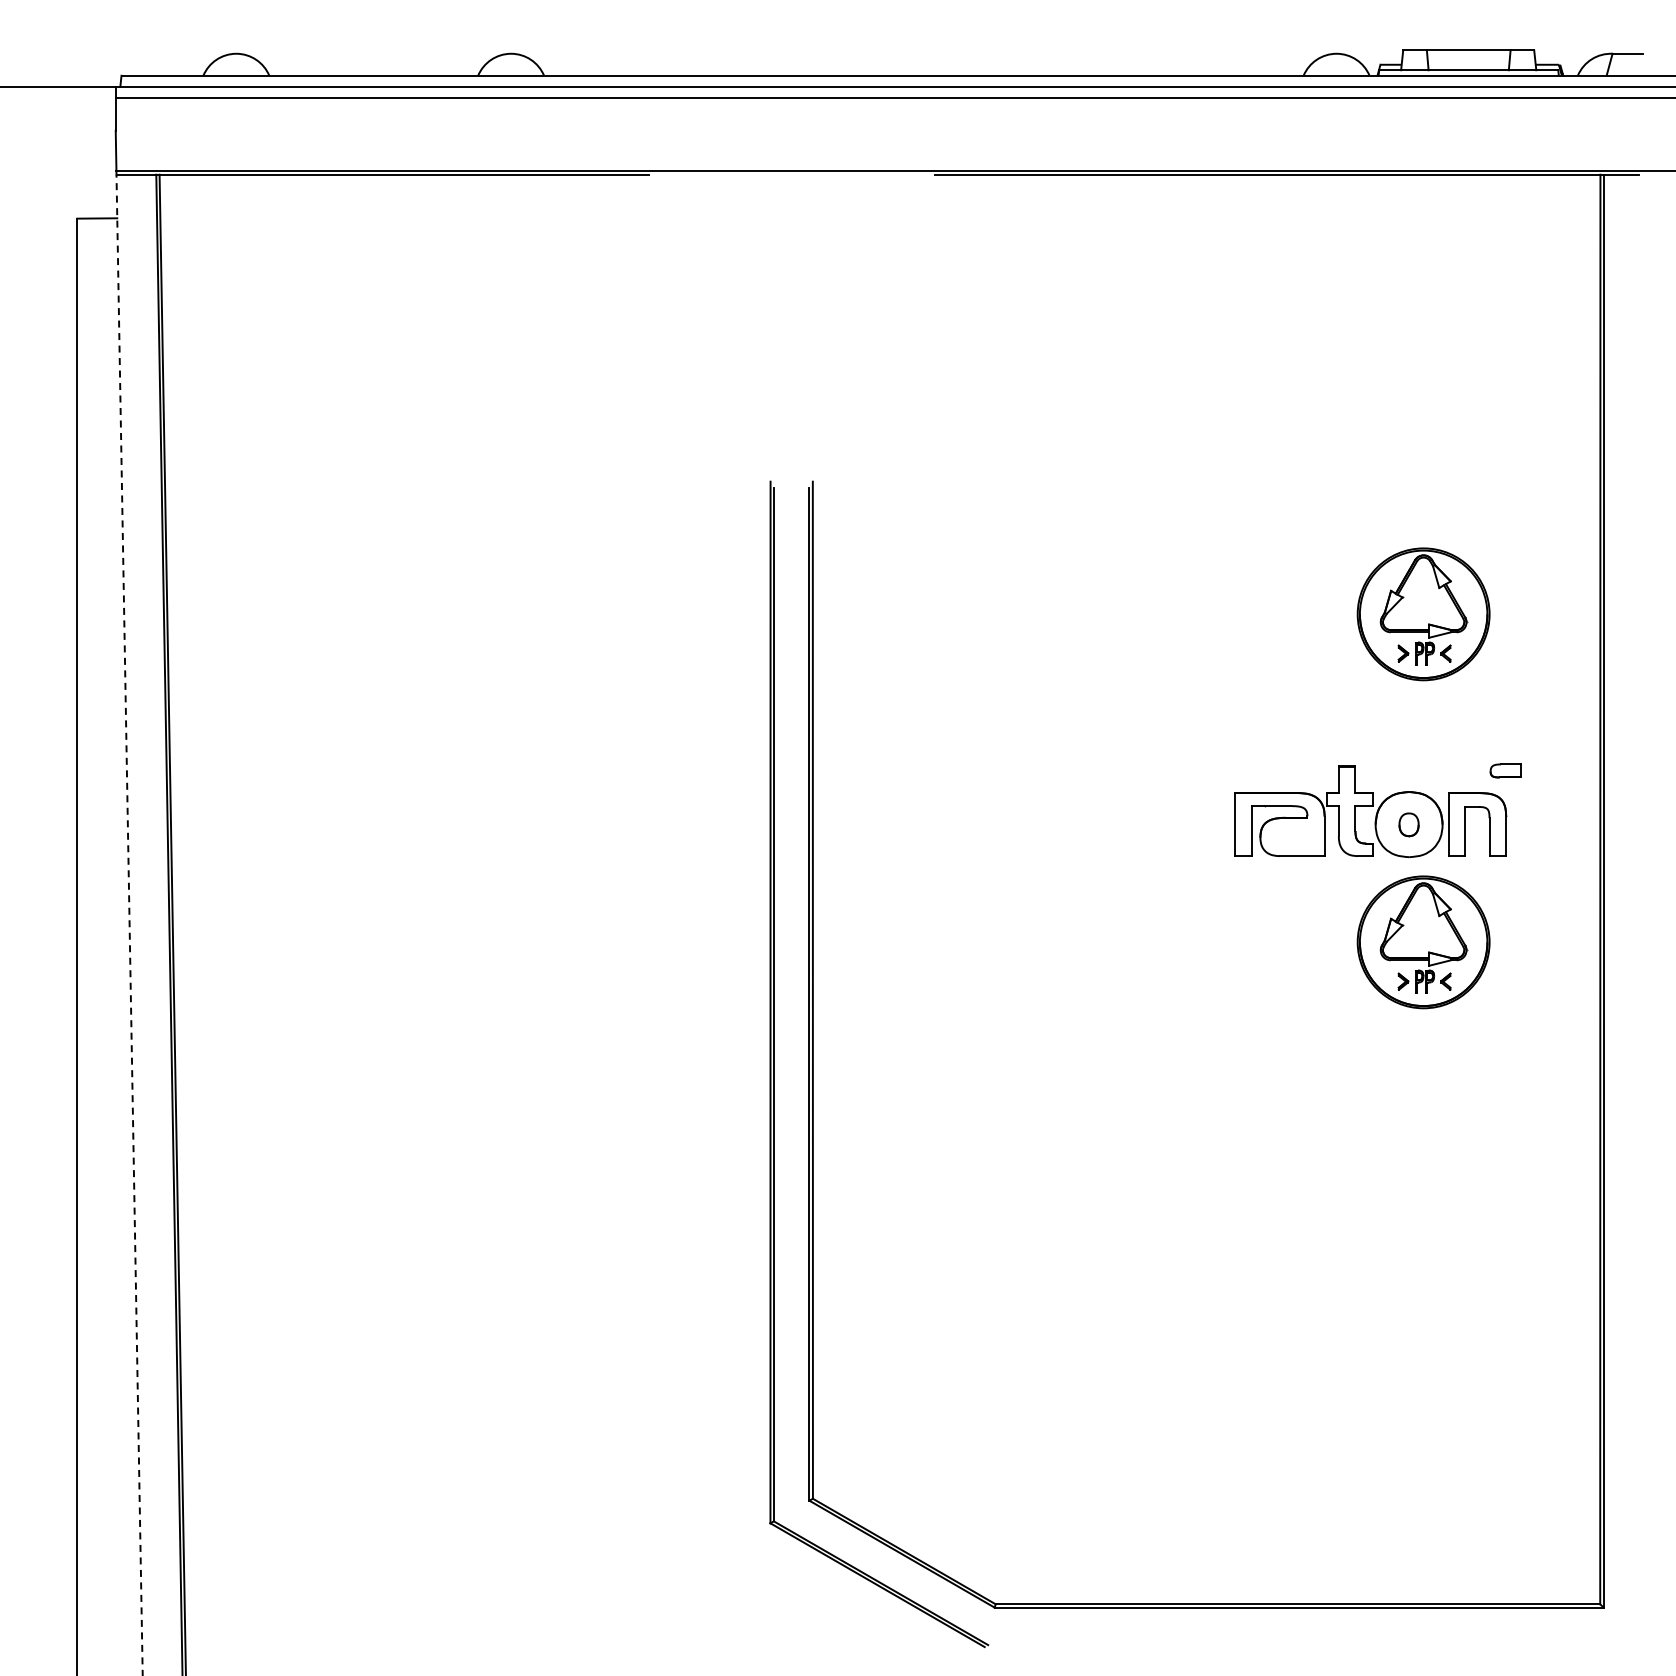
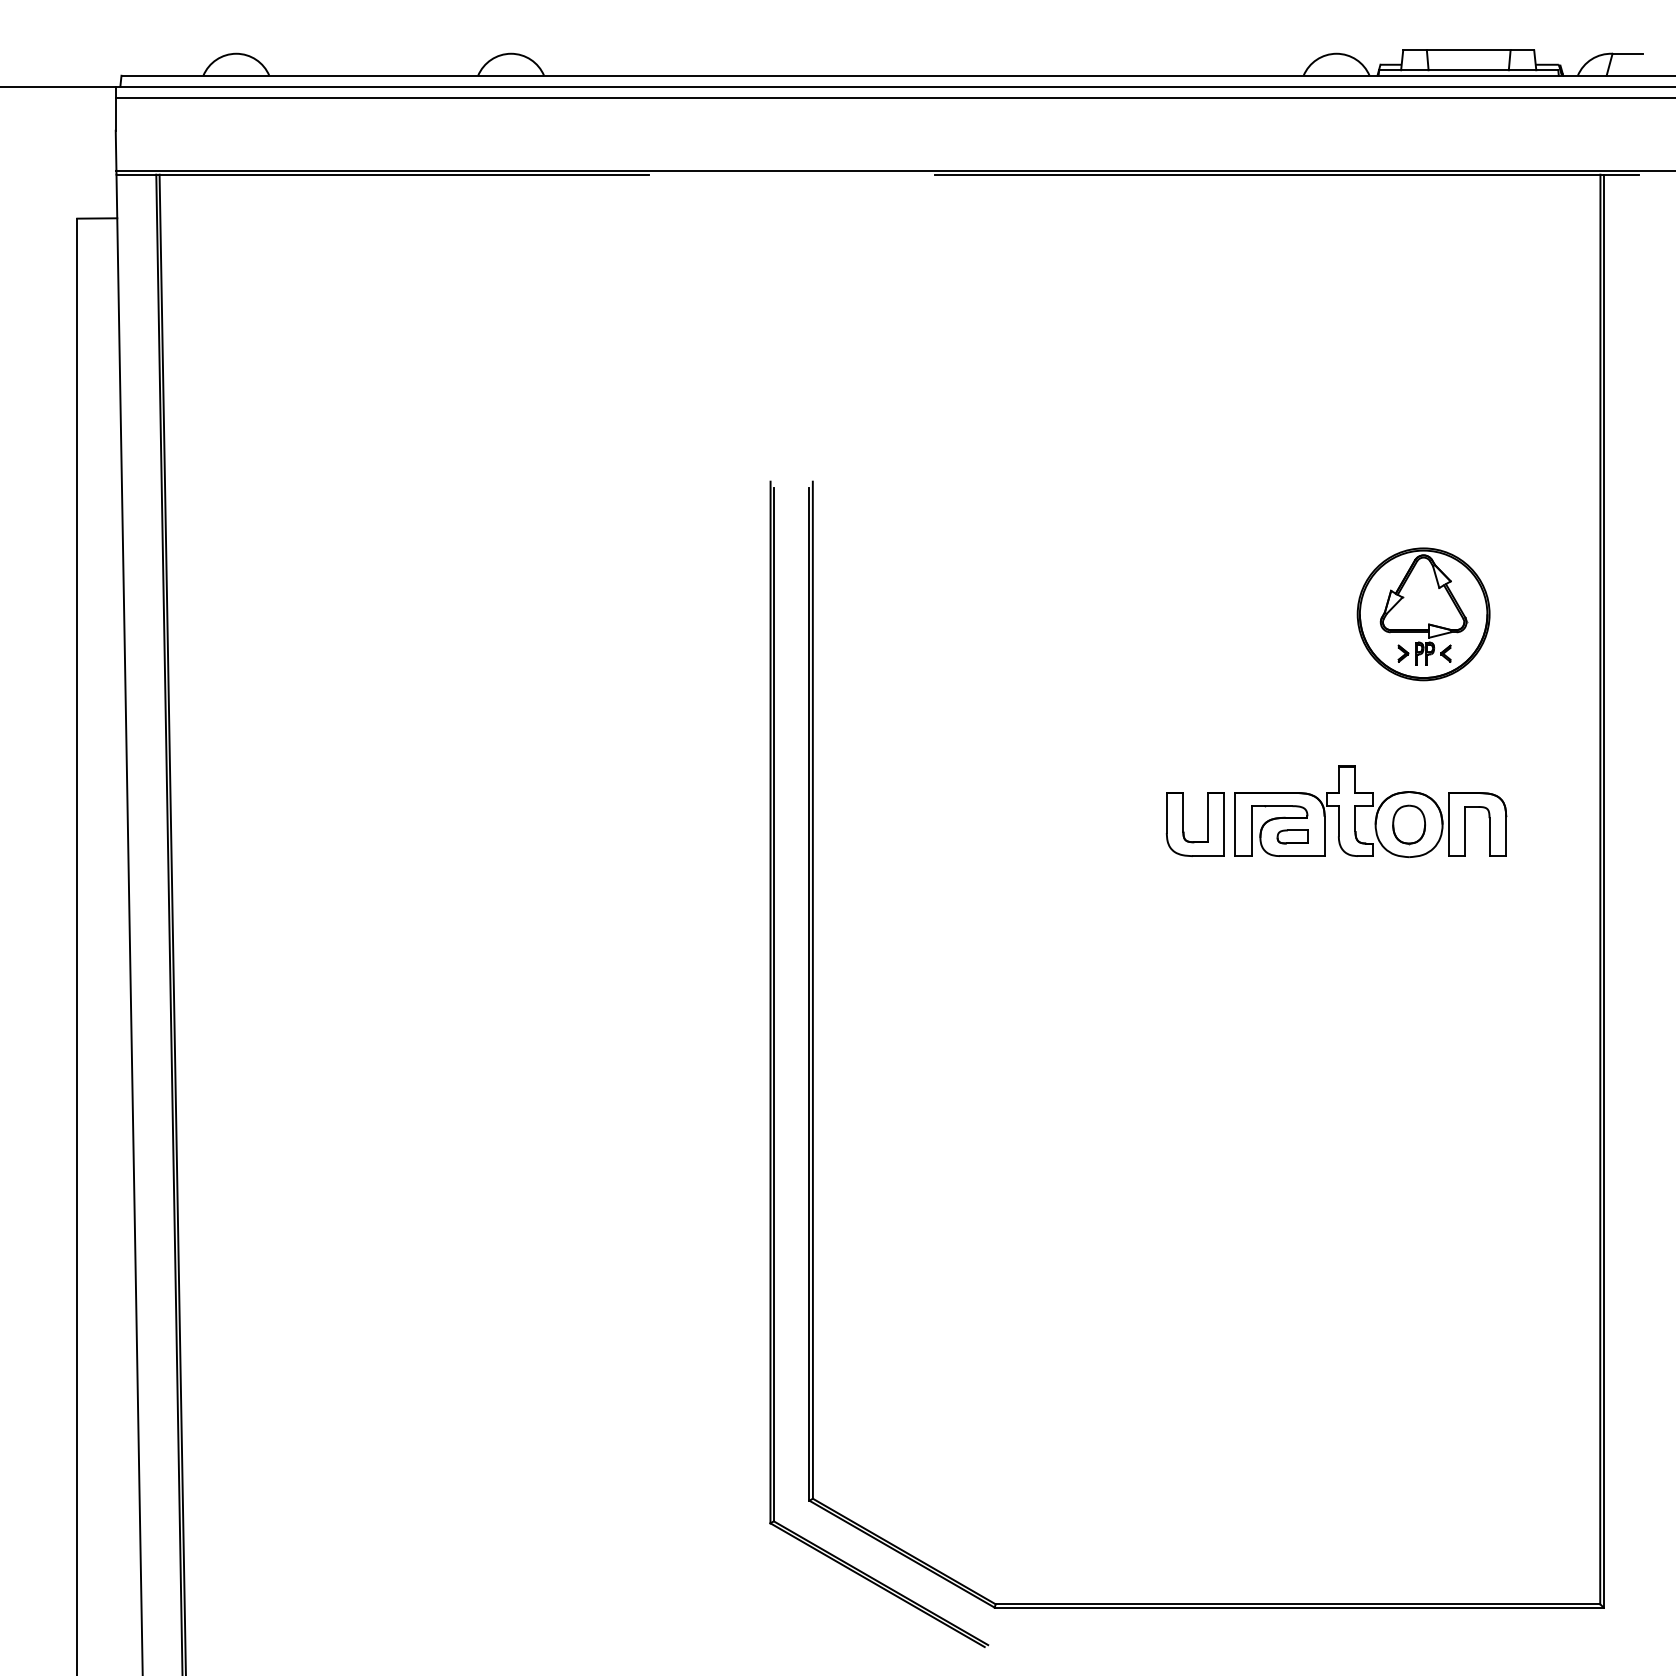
part at (1505, 770) position: (1505, 770) -> (1292, 836)
part at (1183, 824): none -> present
part at (1408, 824) size: 22x26 px -> 34x42 px
line at (129, 924): dashed -> solid
part at (1423, 942): present -> none
